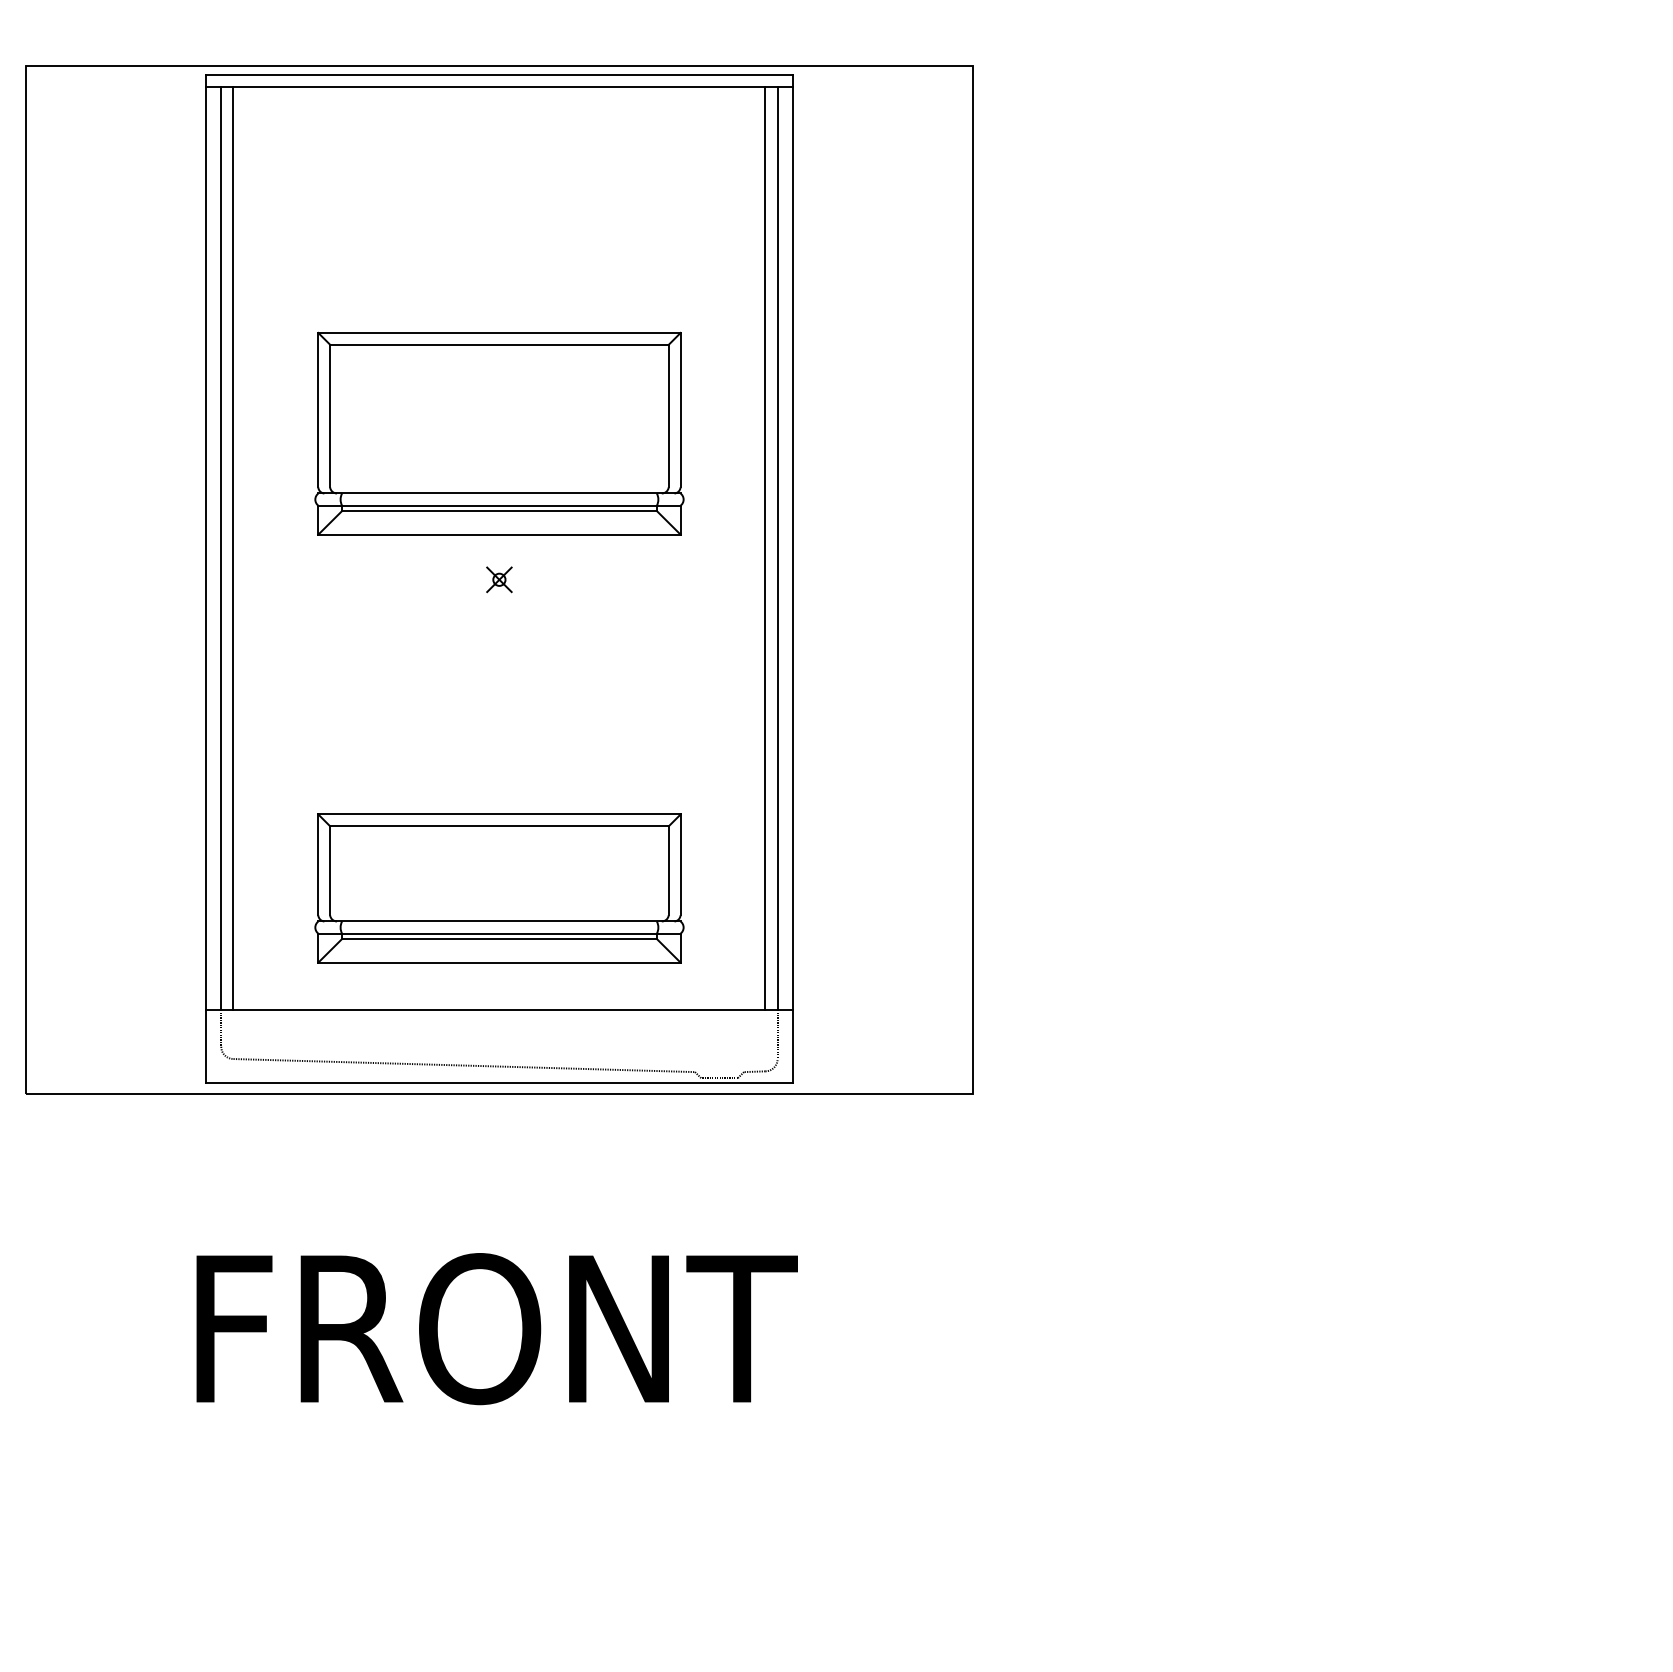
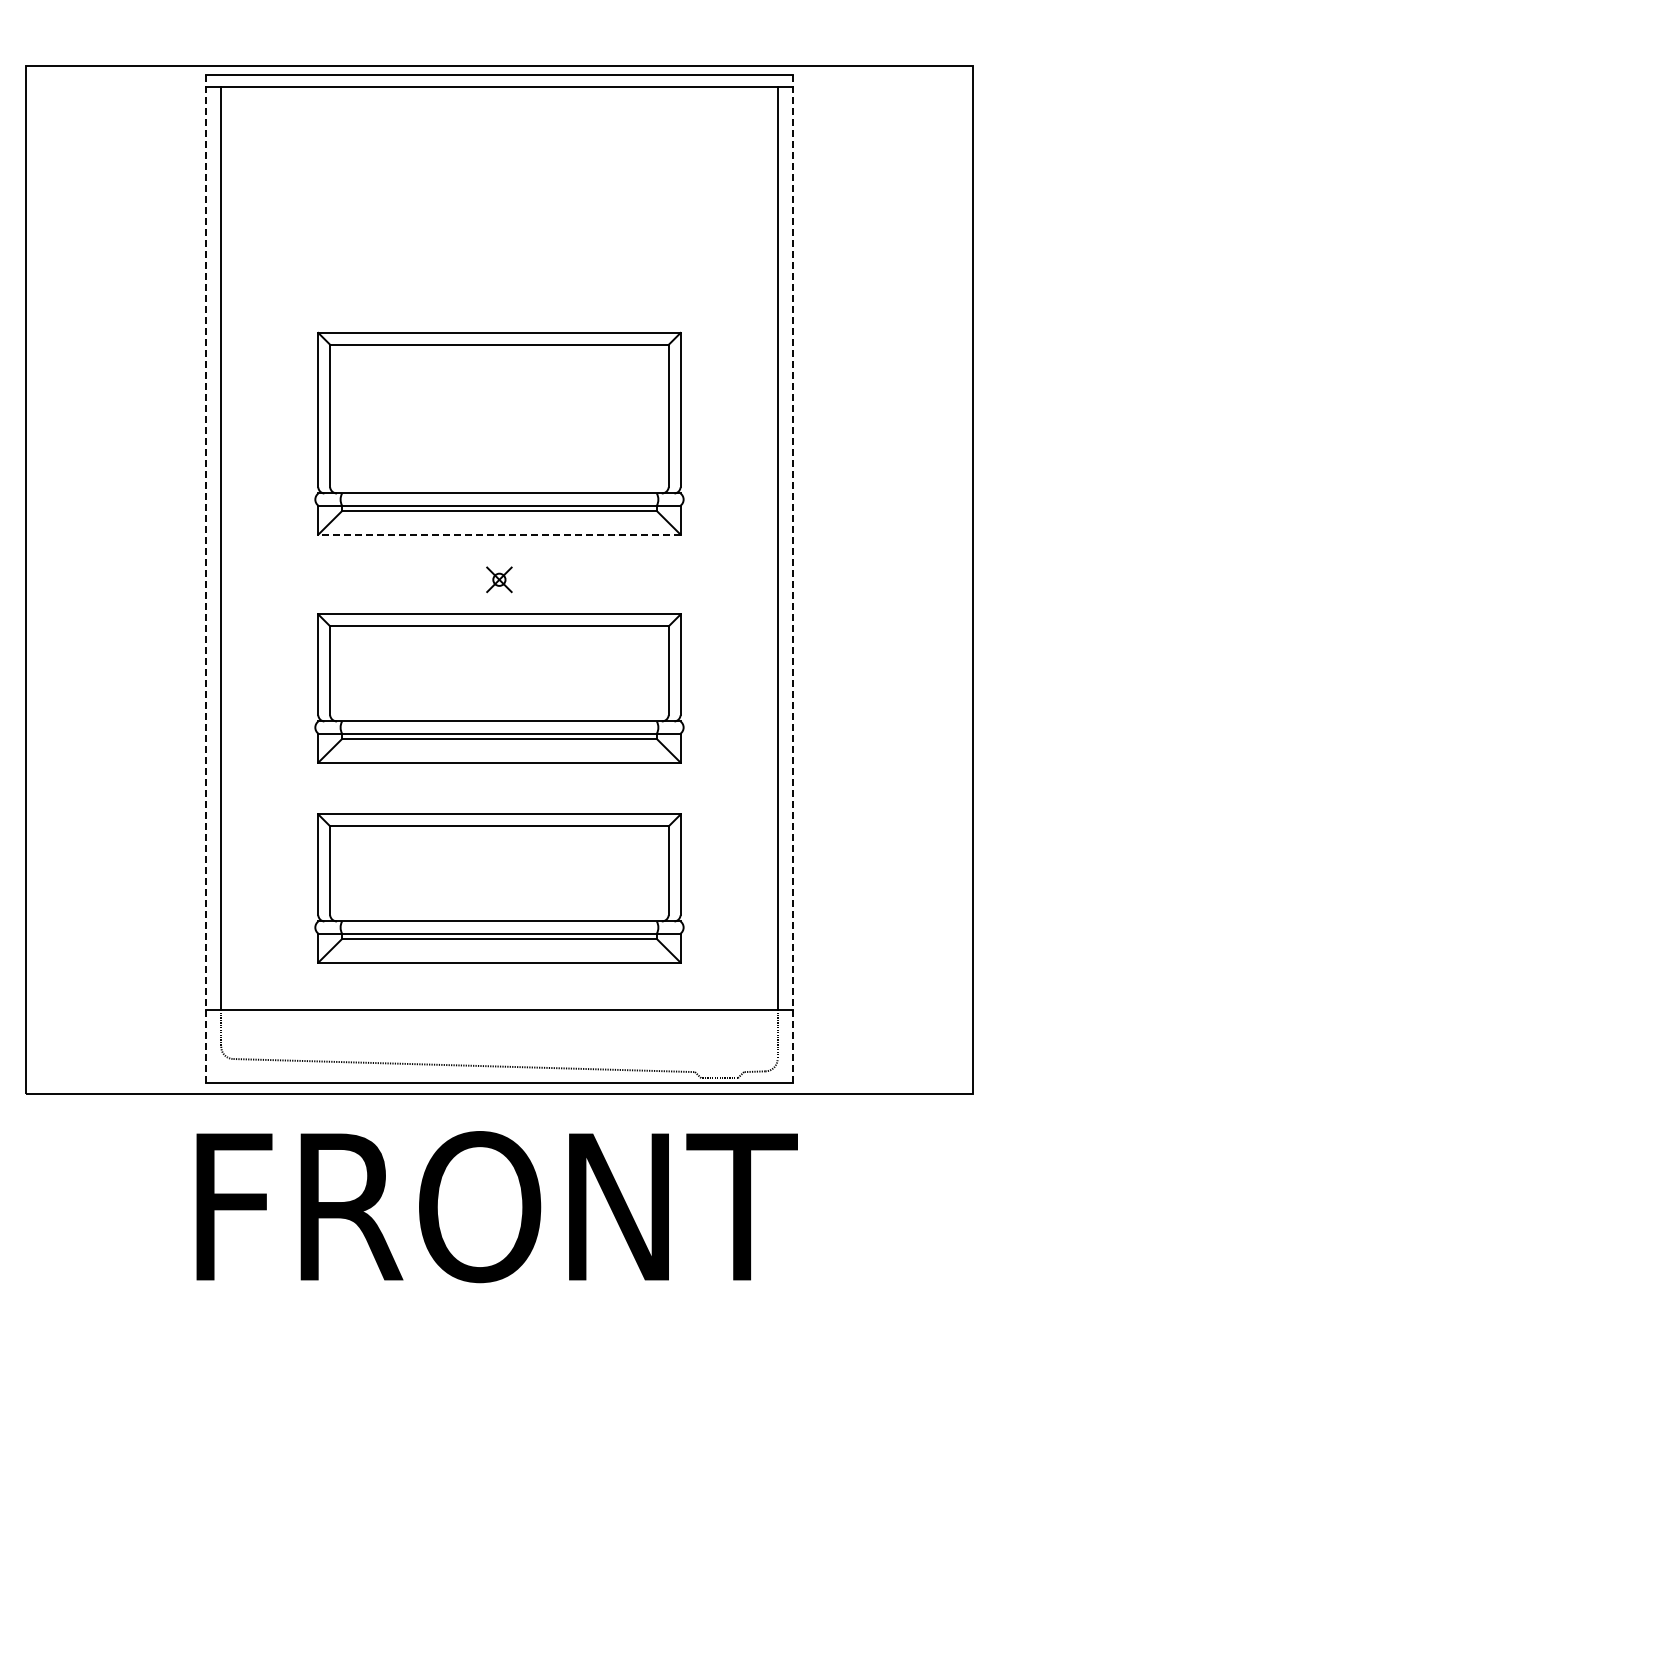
line at (498, 534): solid -> dashed
line at (233, 548): present -> none
line at (765, 548): present -> none
line at (792, 578): solid -> dashed
line at (205, 579): solid -> dashed
part at (499, 688): none -> present
text at (496, 1329) position: (496, 1329) -> (496, 1207)
